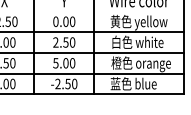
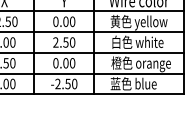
line at (92, 11): none -> present
text at (55, 63): 5.00 -> 0.00
